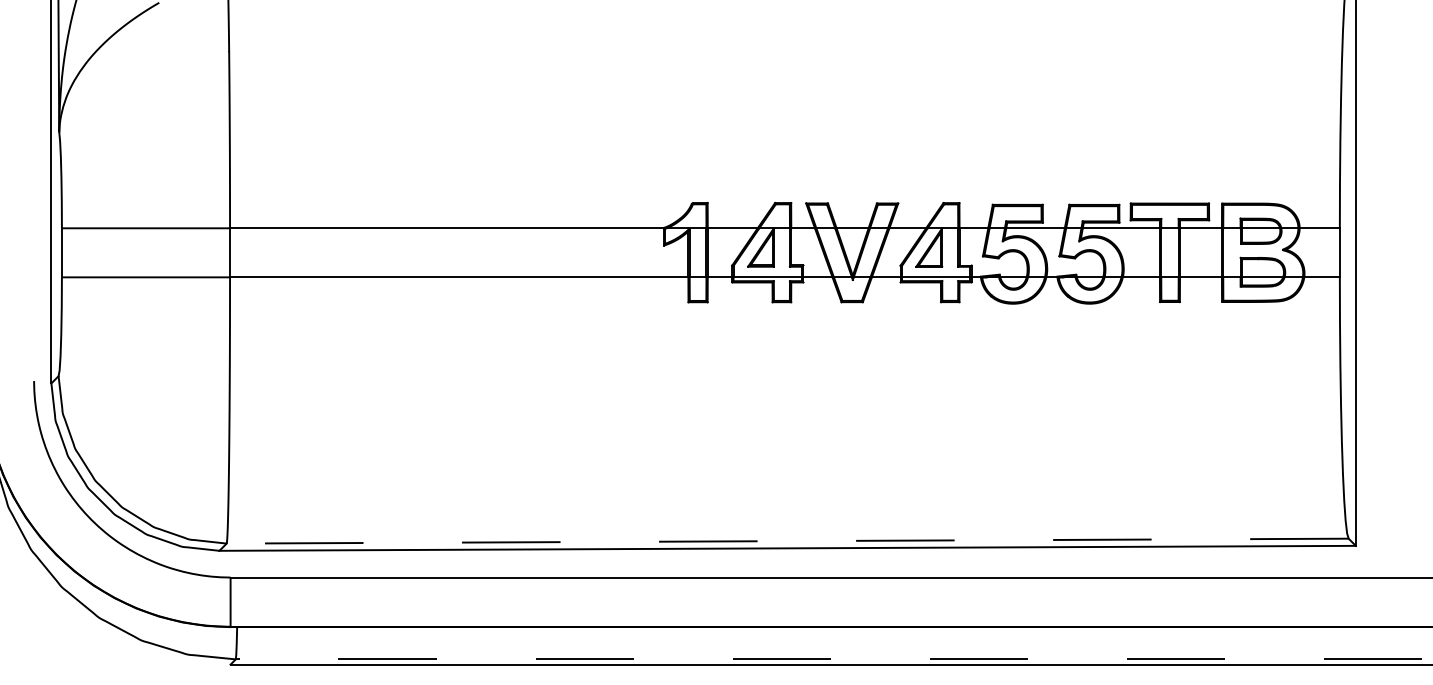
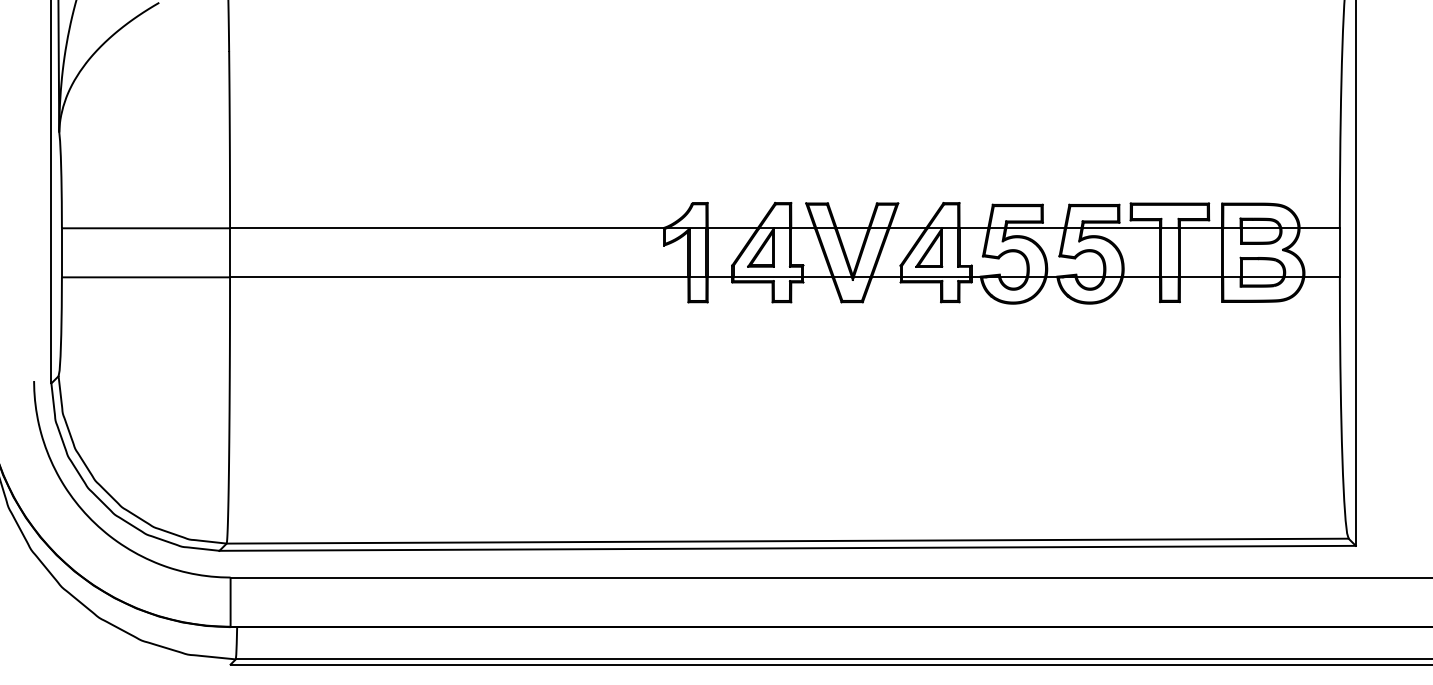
line at (787, 541): dashed -> solid
line at (833, 659): dashed -> solid
